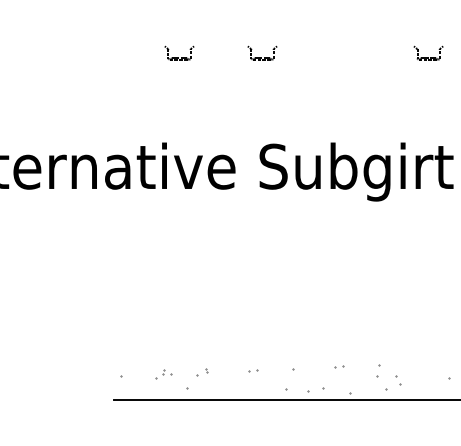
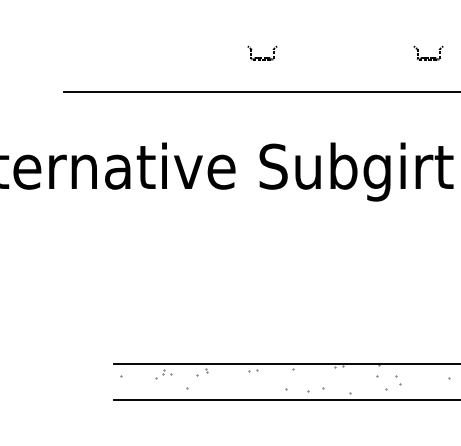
part at (179, 52): present -> none
line at (260, 92): none -> present
line at (285, 364): none -> present
